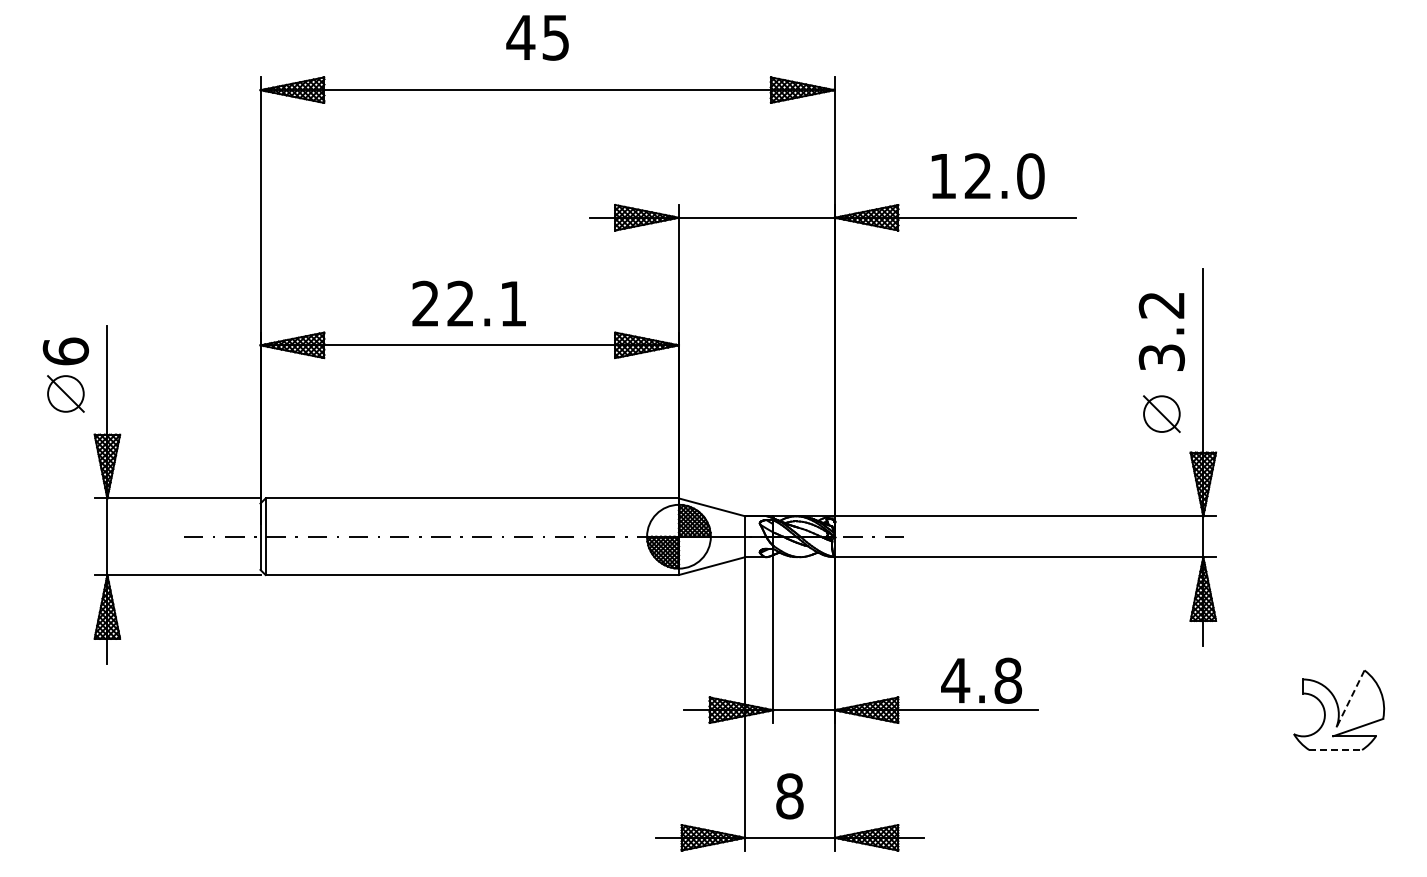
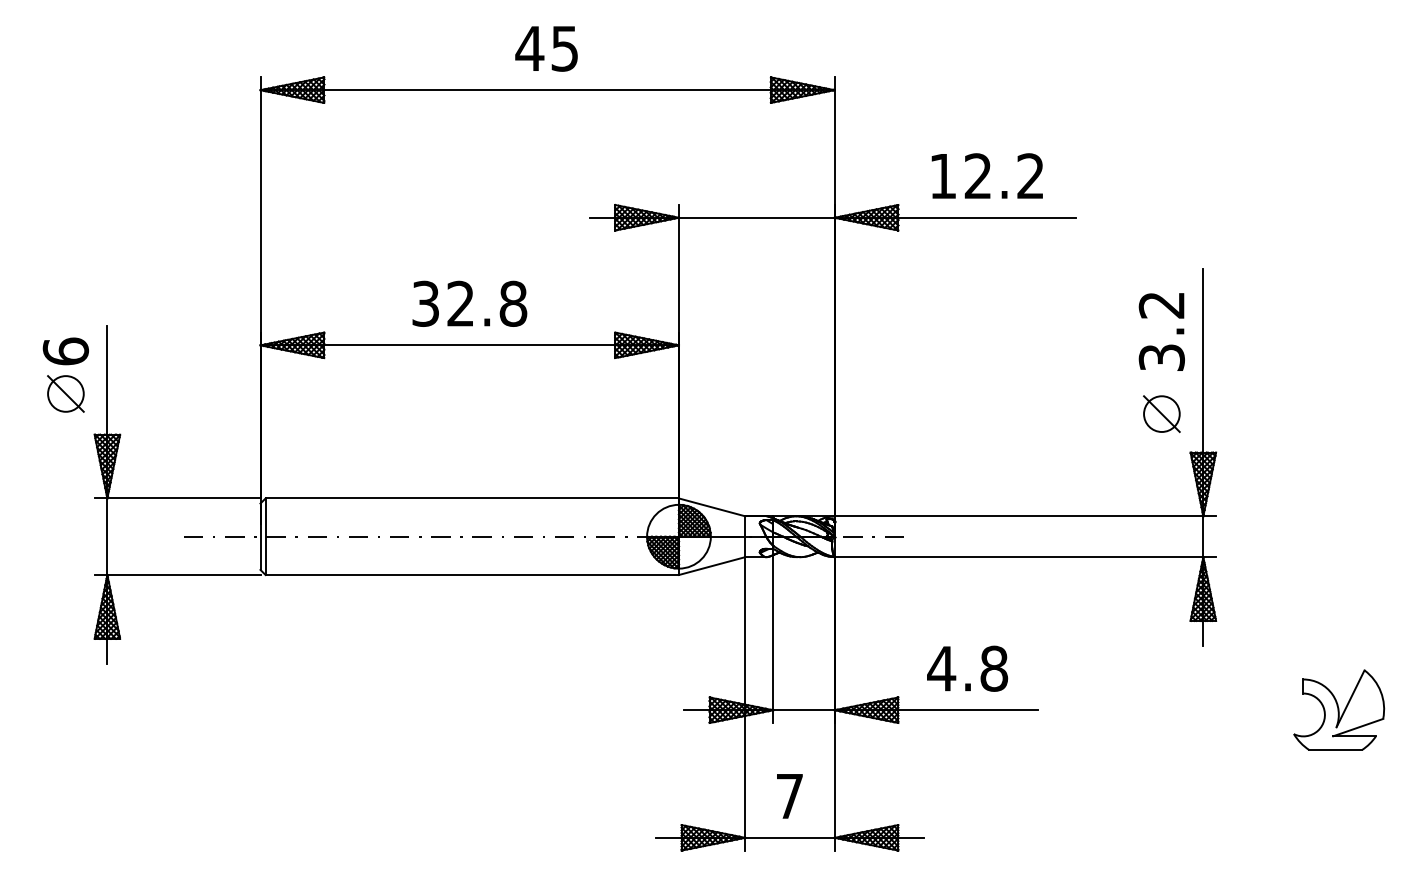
text at (537, 37) position: (537, 37) -> (546, 48)
text at (1030, 176): 12.0 -> 12.2
text at (469, 303): 22.1 -> 32.8
text at (981, 680) position: (981, 680) -> (967, 668)
line at (1350, 698): dashed -> solid
line at (1336, 750): dashed -> solid
text at (789, 796): 8 -> 7
